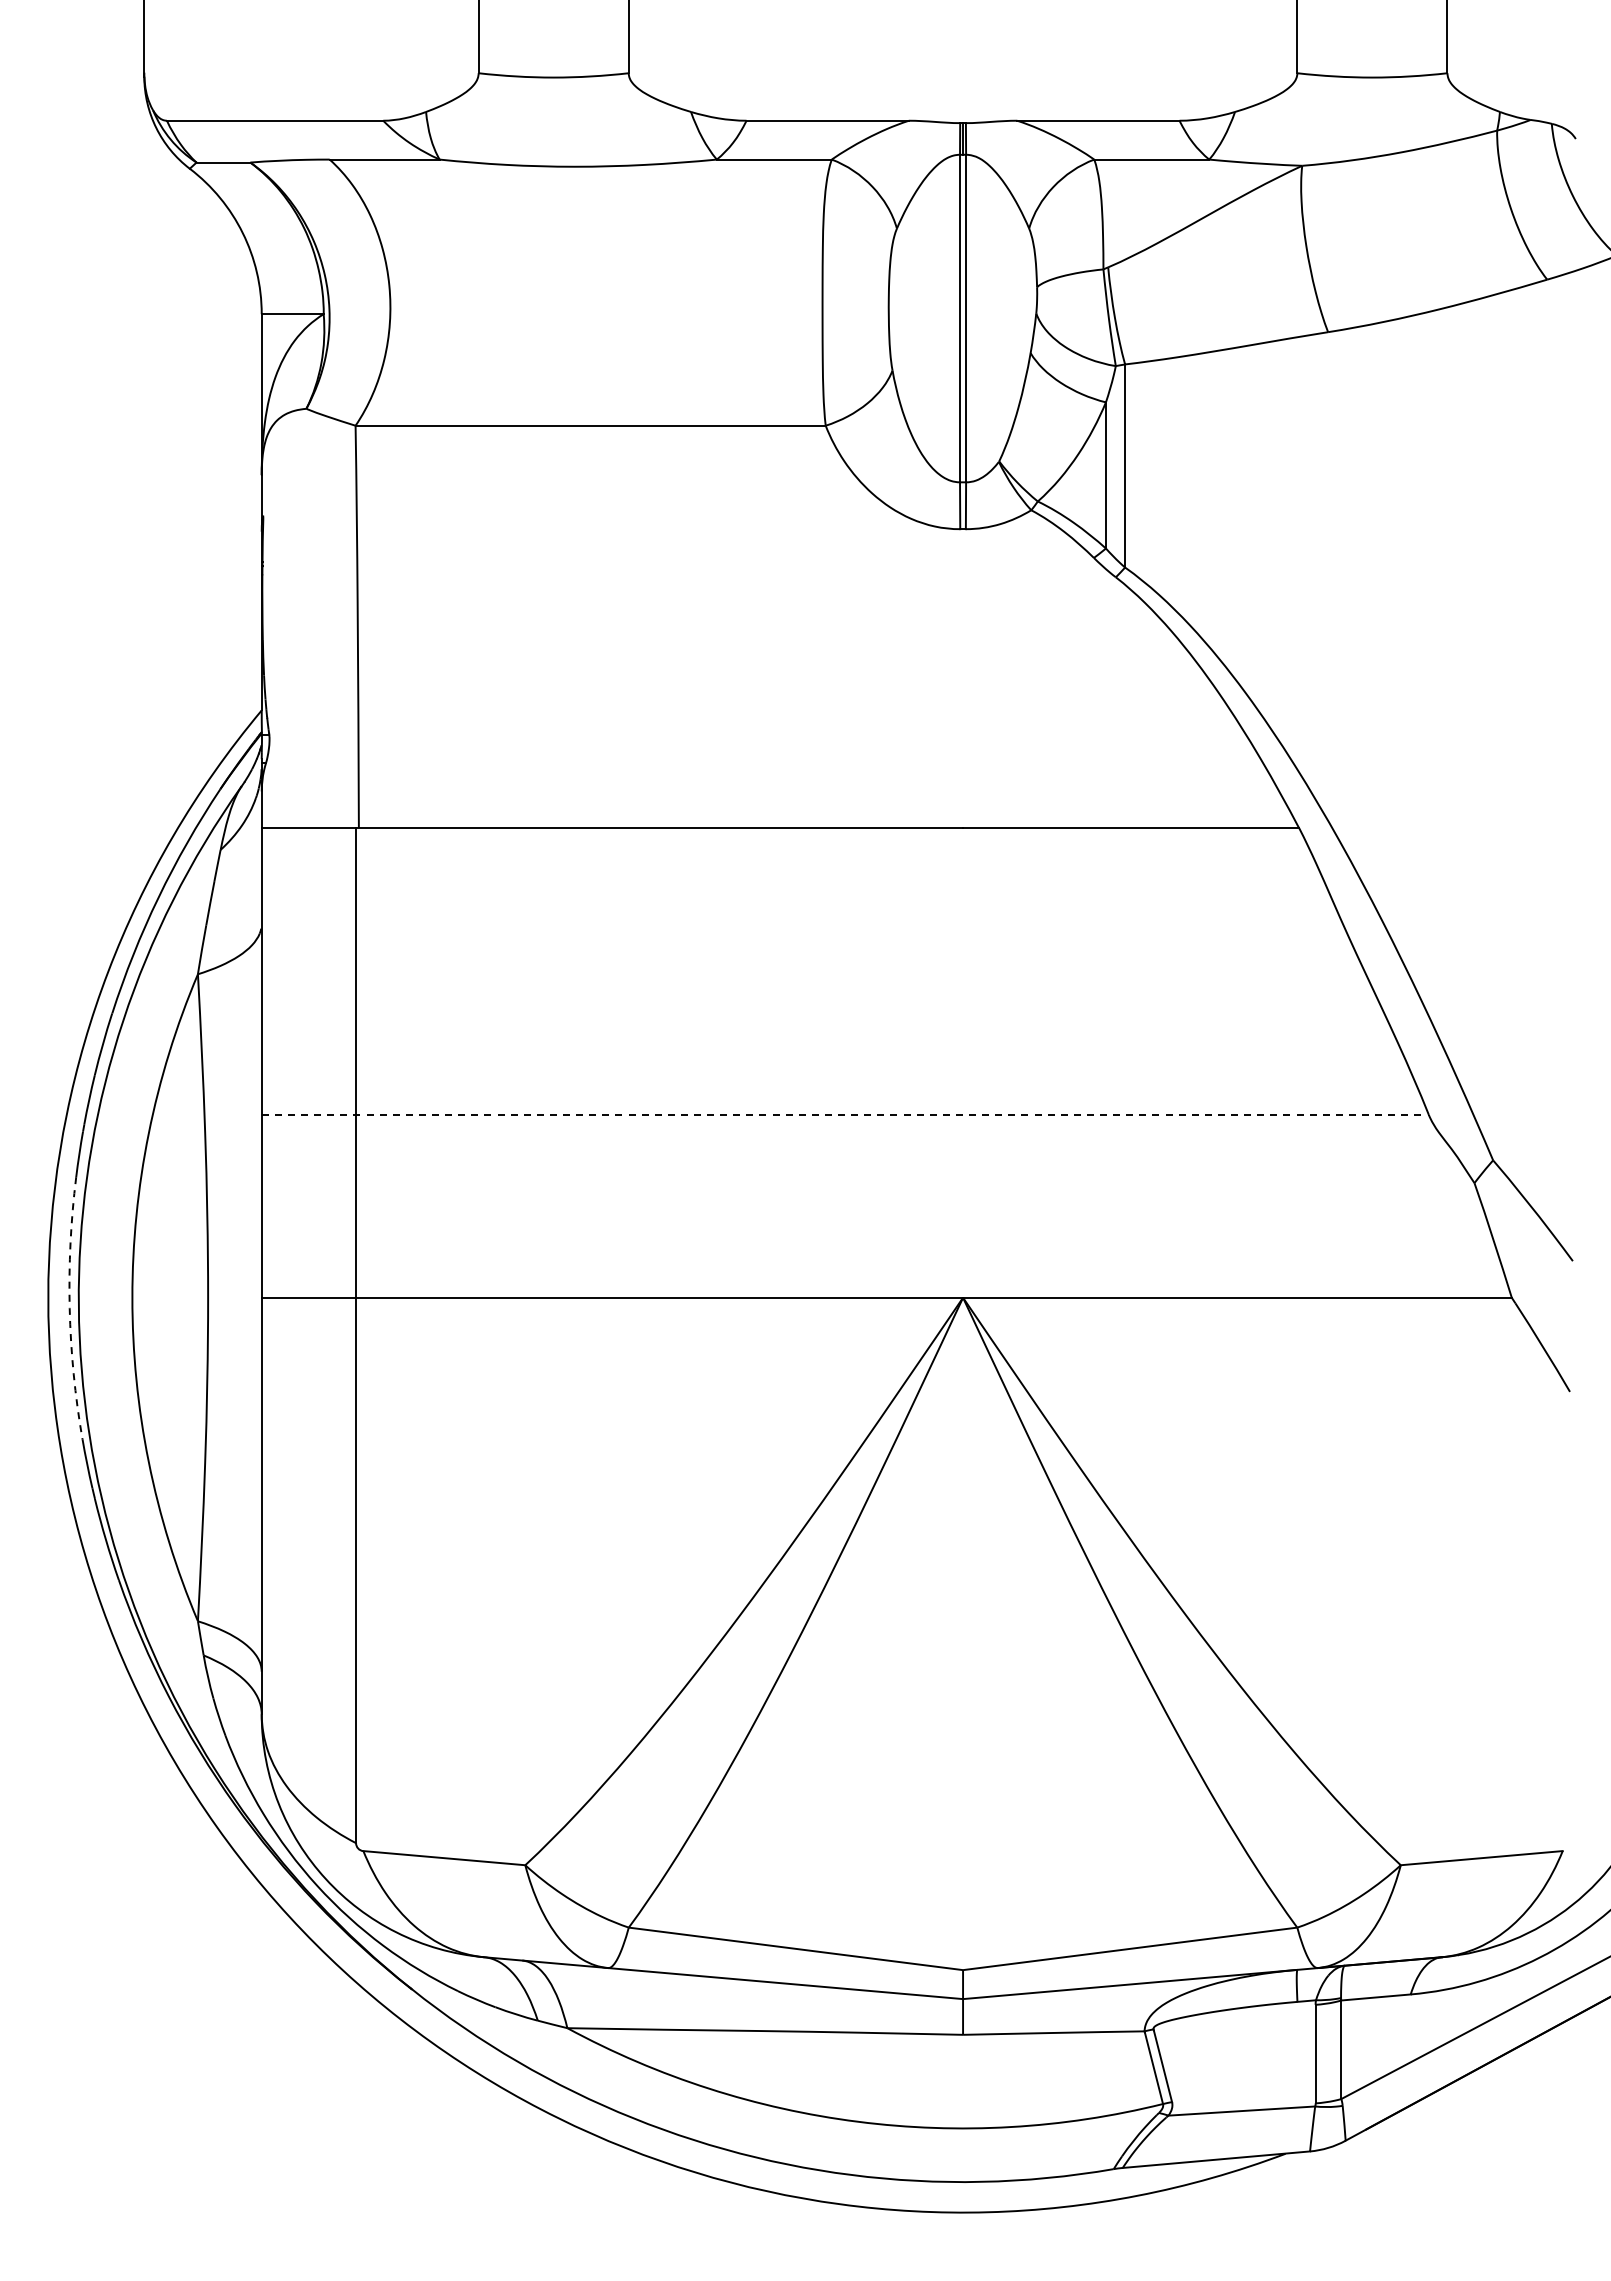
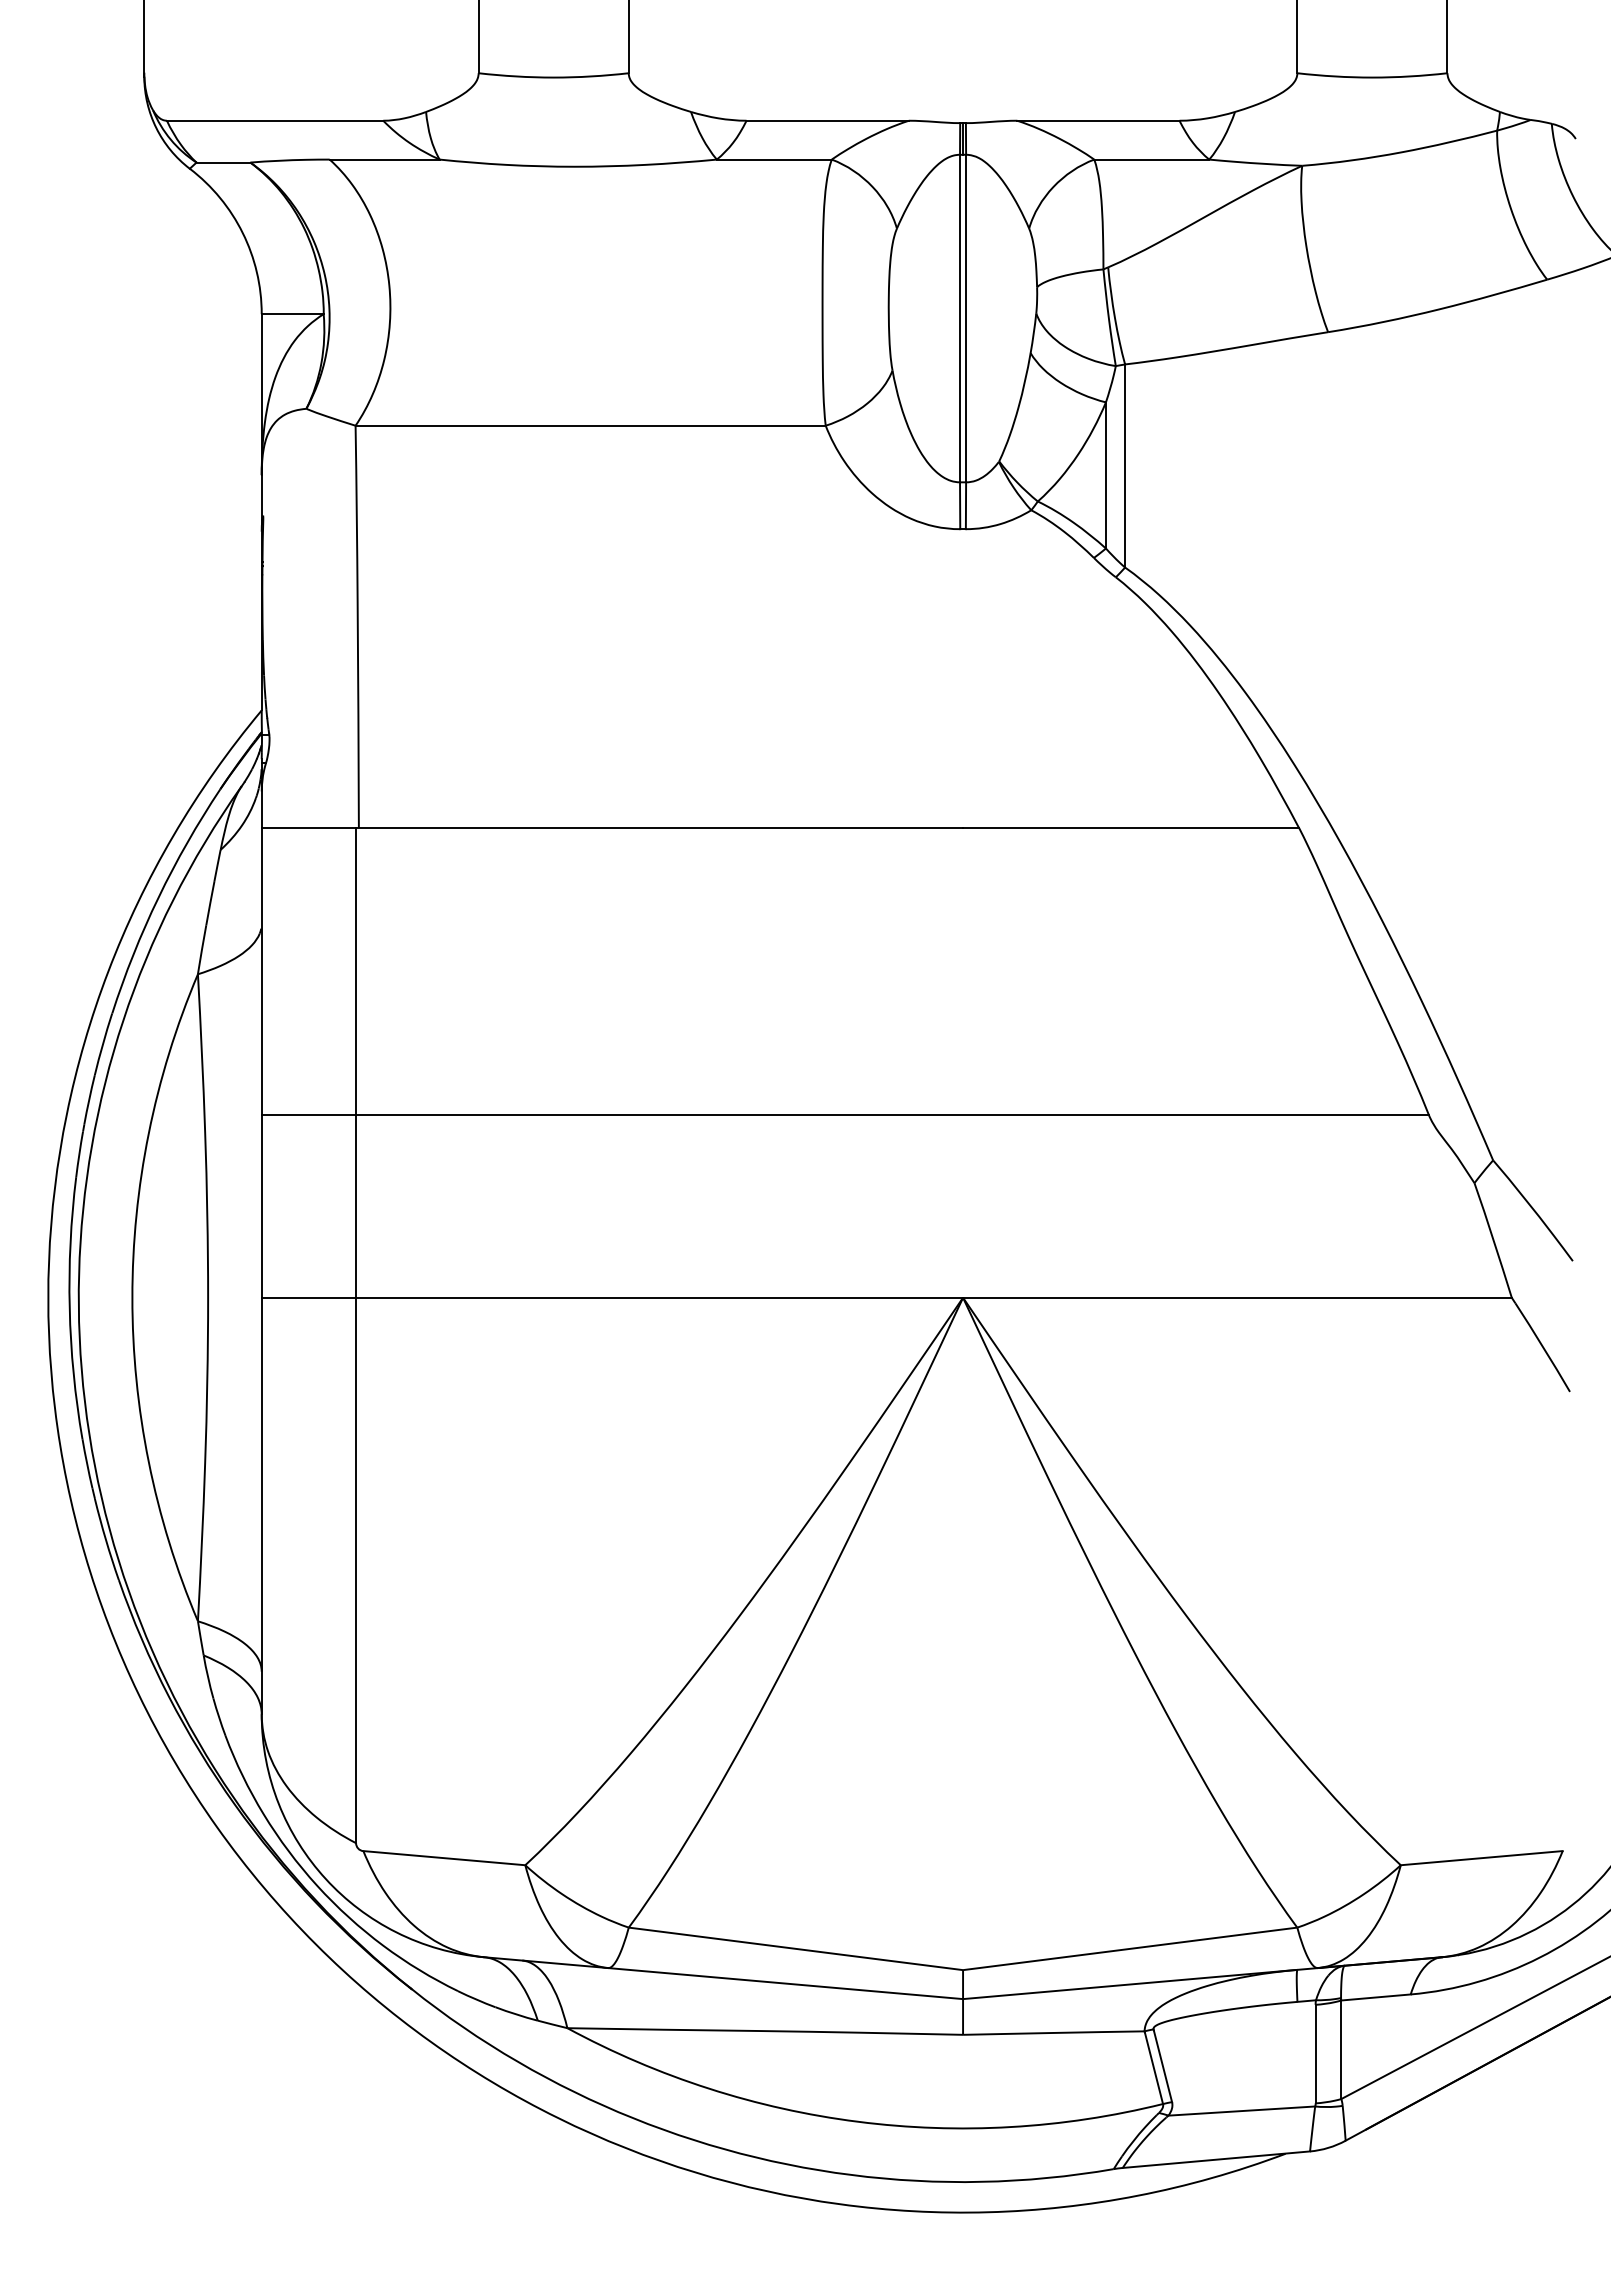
line at (845, 1114): dashed -> solid
arc at (69, 1308): dashed -> solid
